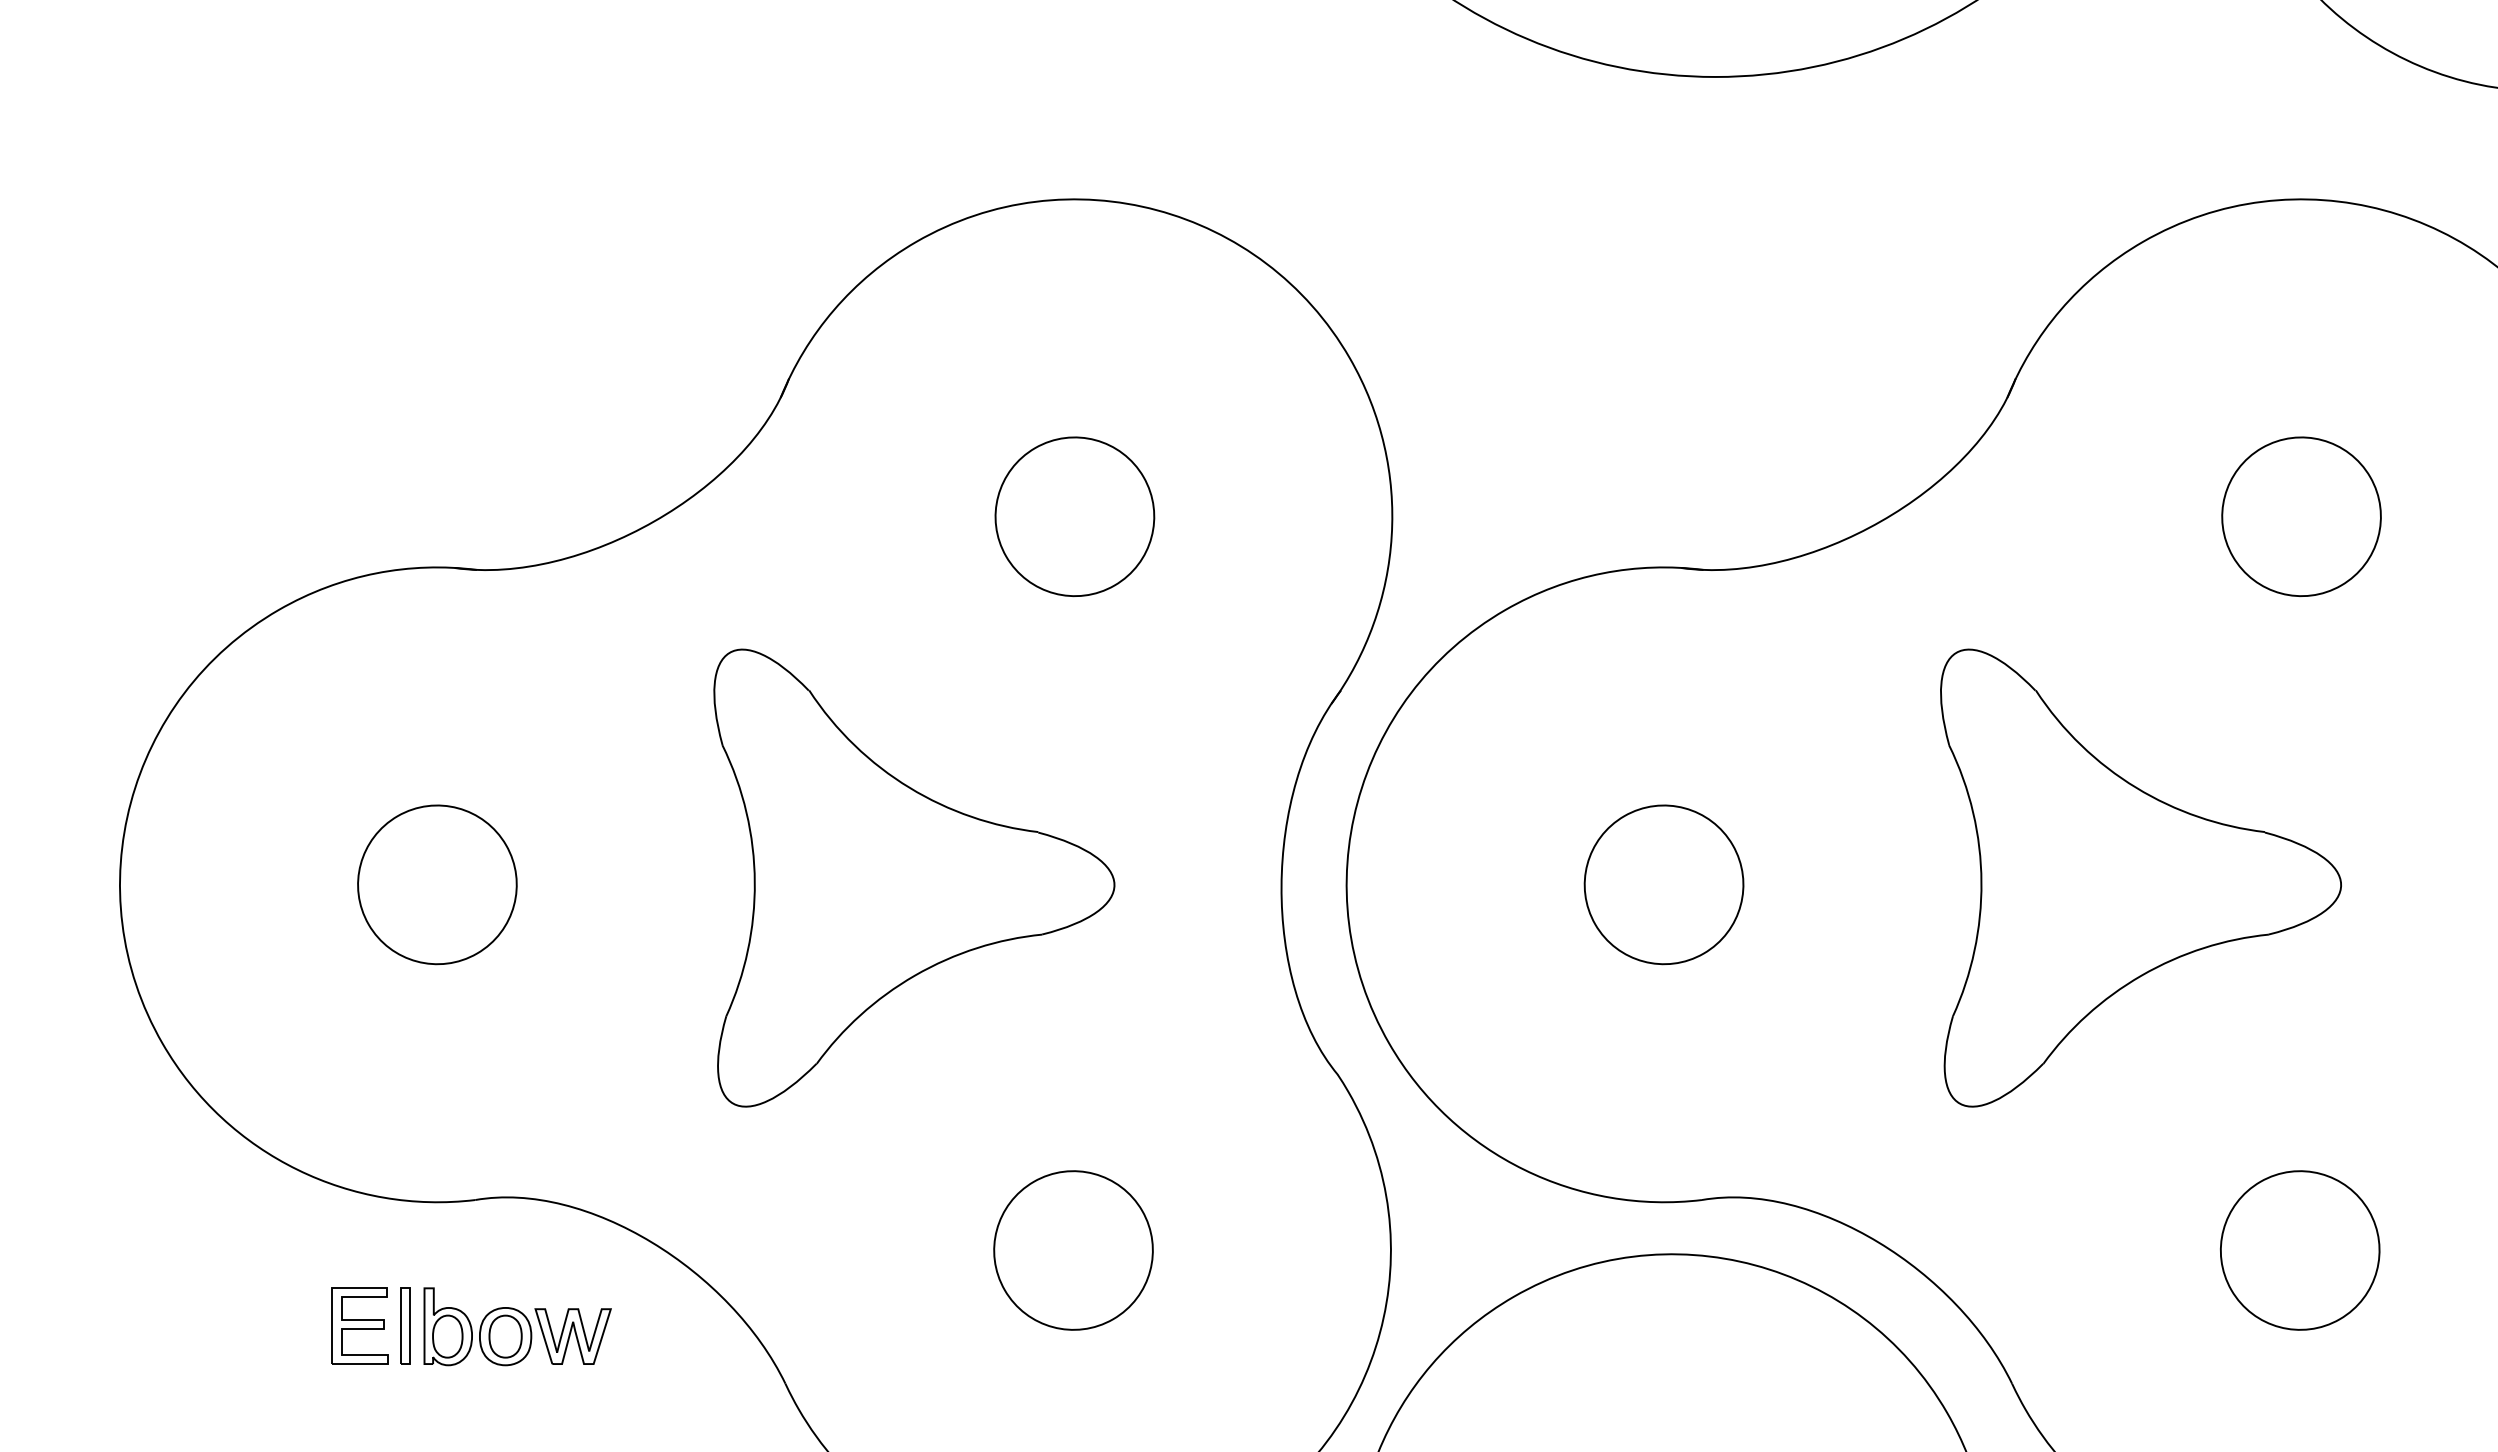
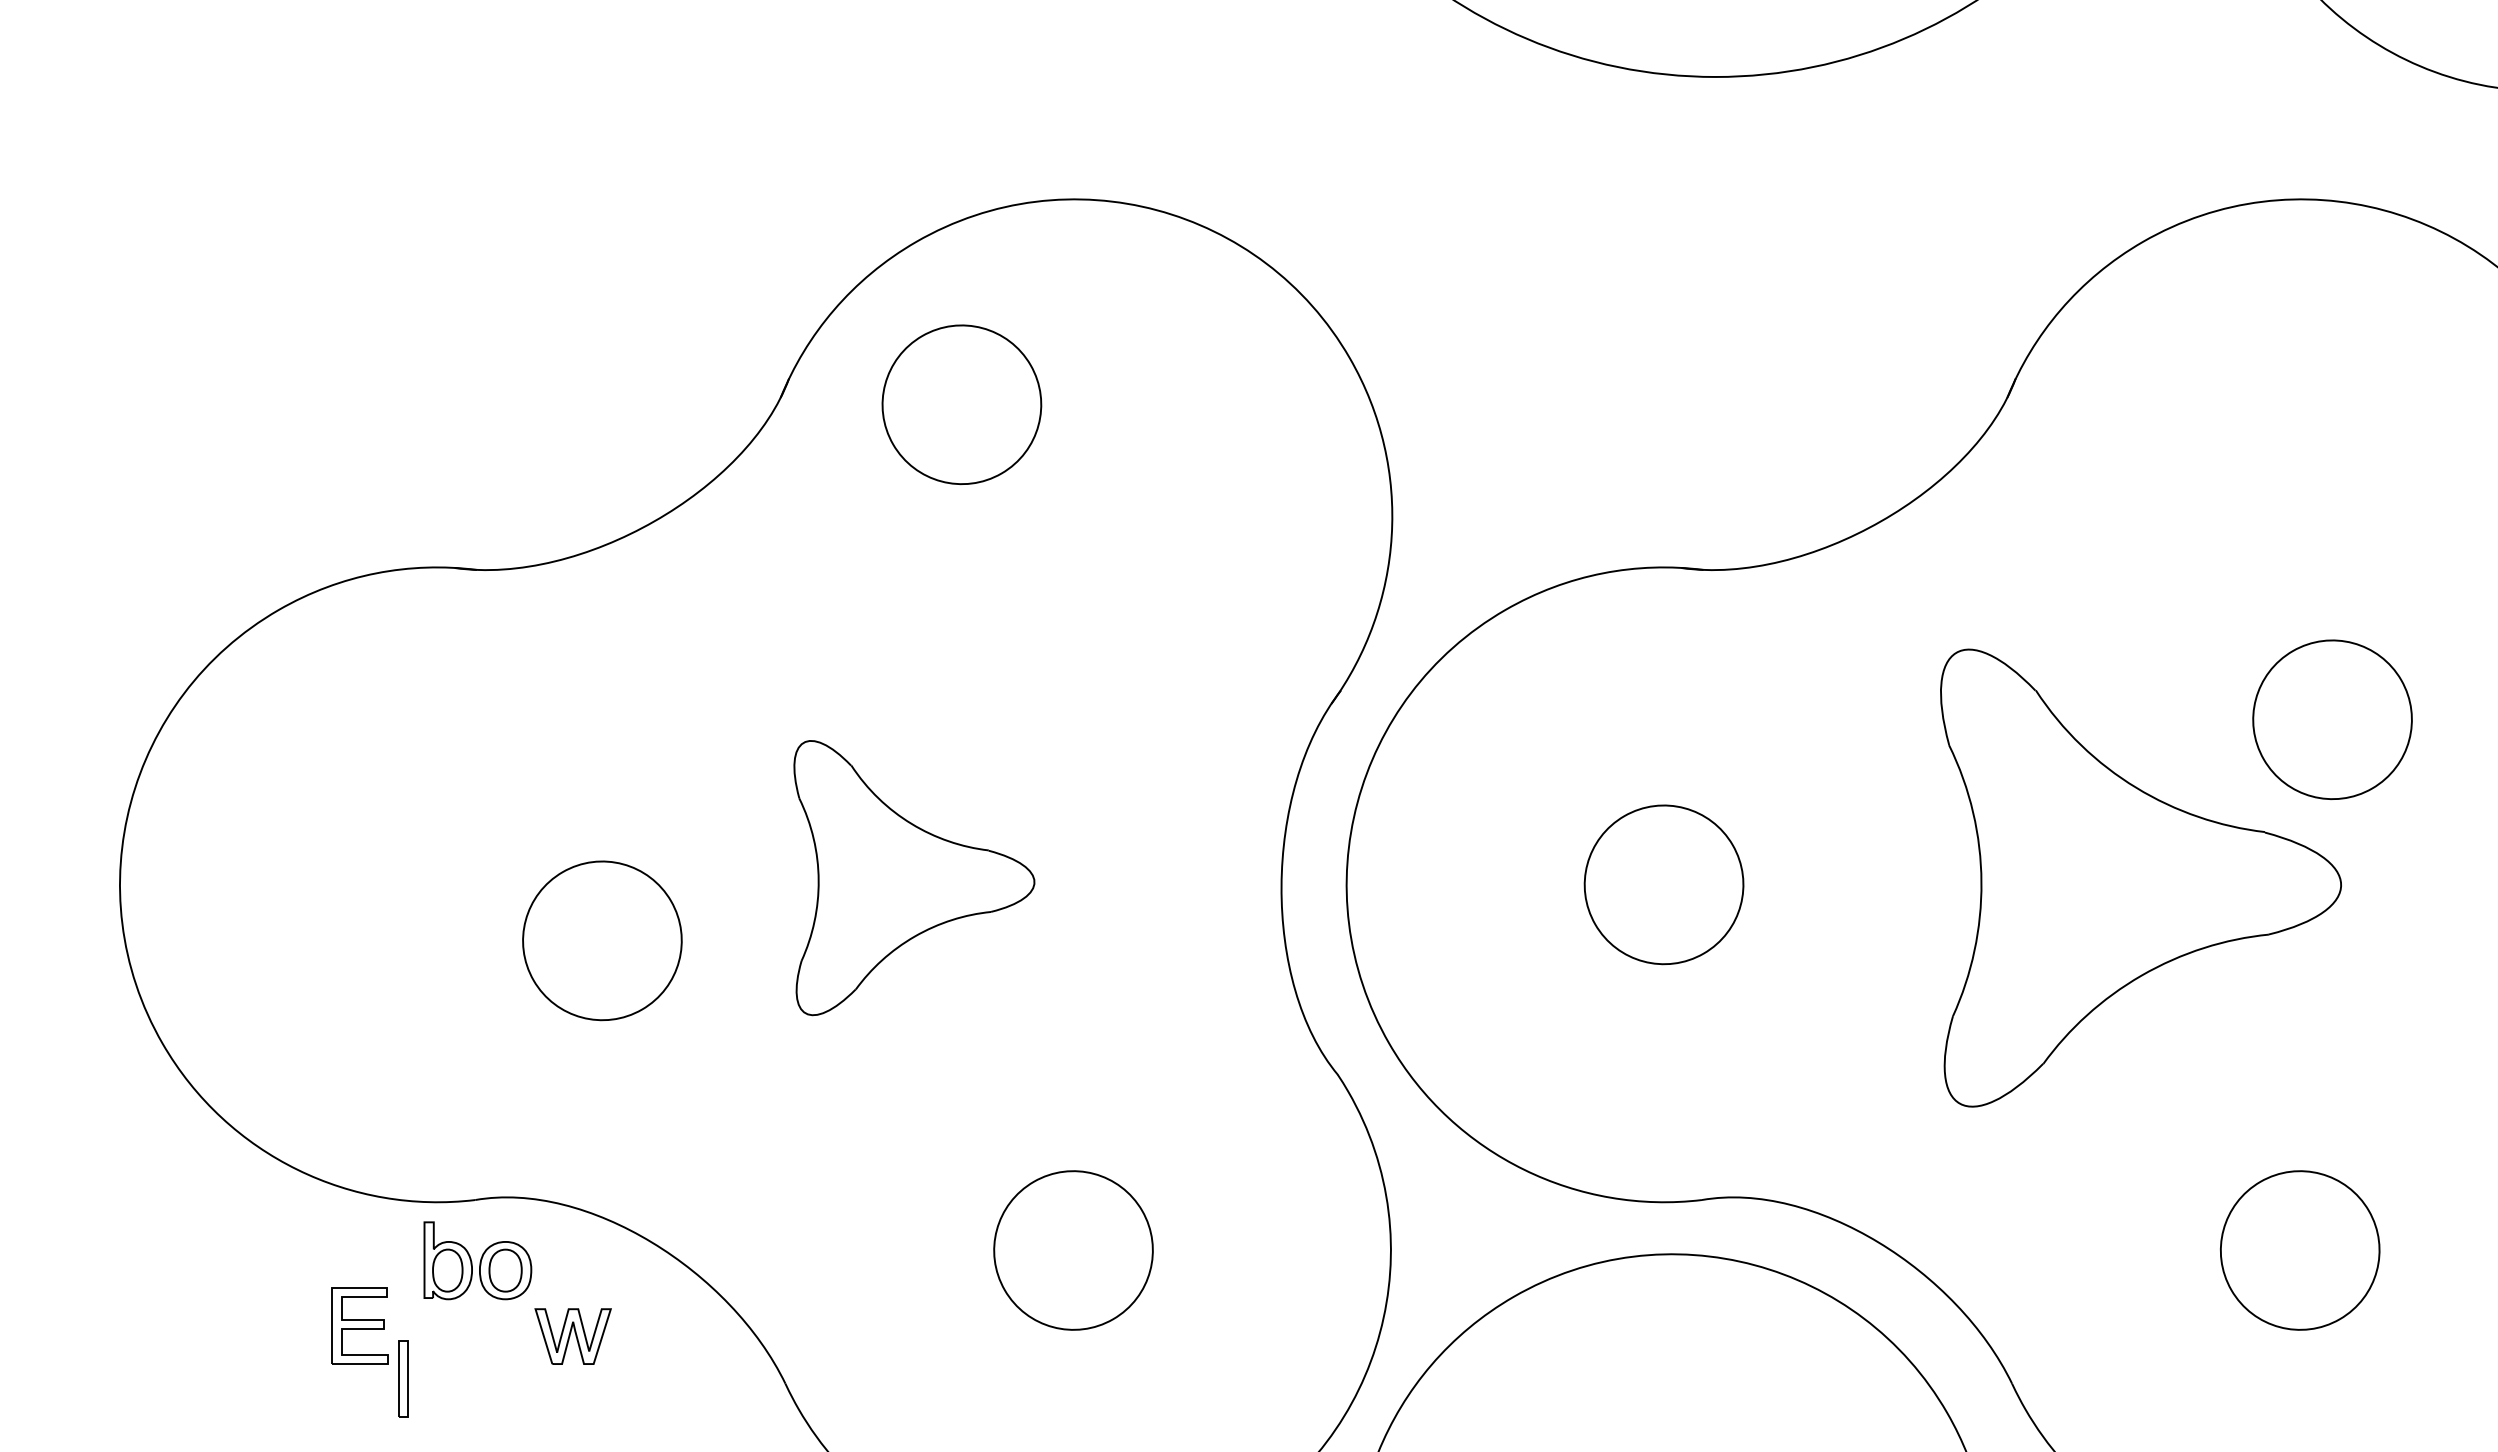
part at (1074, 516) position: (1074, 516) -> (961, 404)
part at (2301, 516) position: (2301, 516) -> (2332, 719)
part at (914, 877) size: 403x460 px -> 243x277 px
part at (437, 884) position: (437, 884) -> (602, 940)
part at (405, 1325) position: (405, 1325) -> (403, 1378)
part at (477, 1326) position: (477, 1326) -> (477, 1260)
